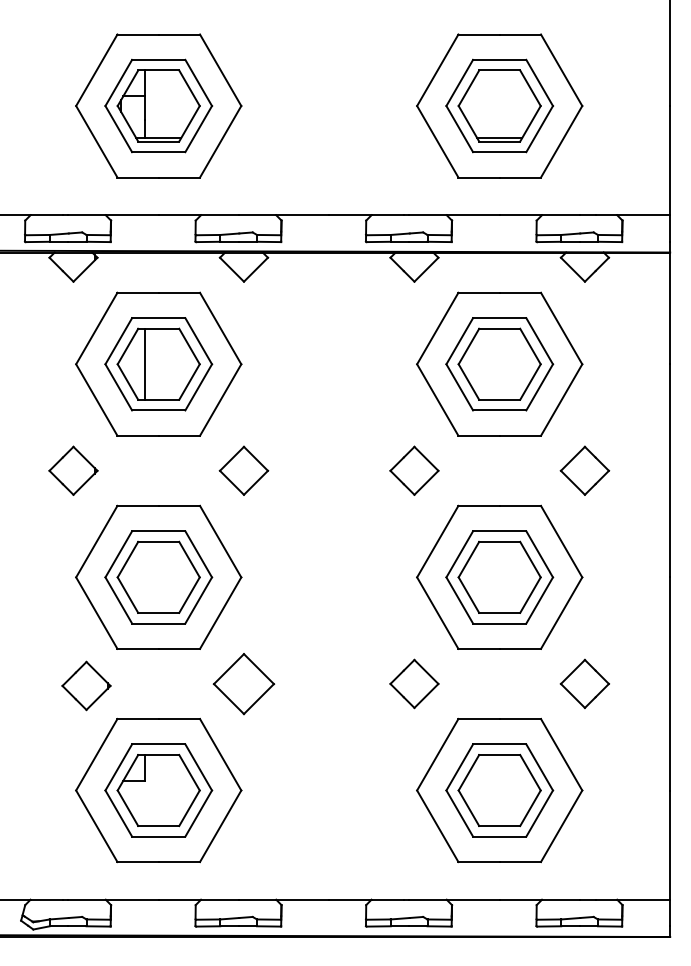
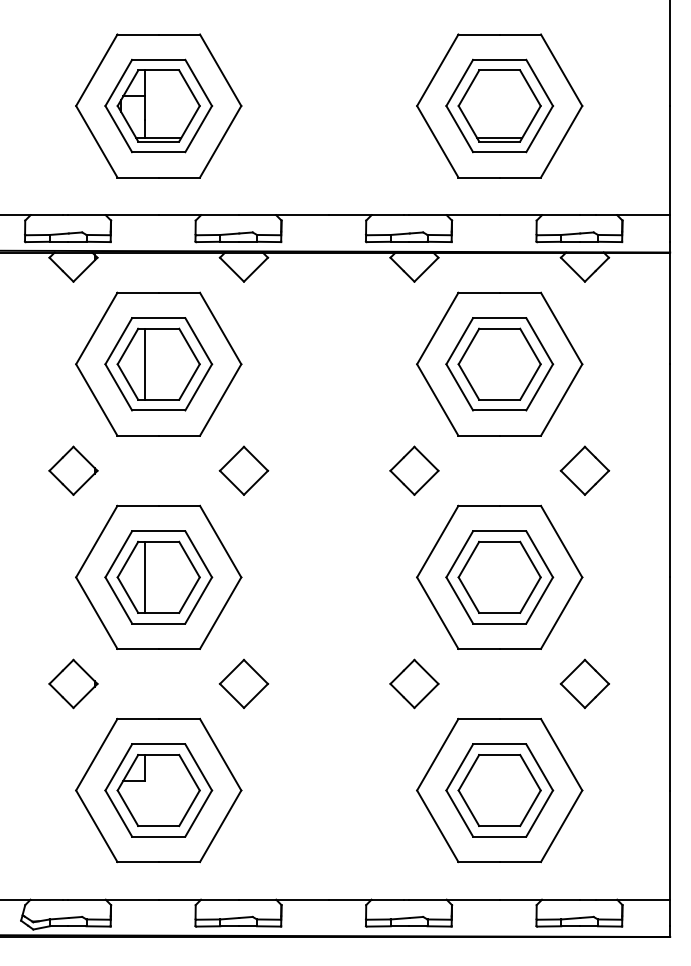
line at (145, 576): none -> present
part at (243, 684) size: 64x63 px -> 52x51 px
part at (86, 685) position: (86, 685) -> (73, 683)
